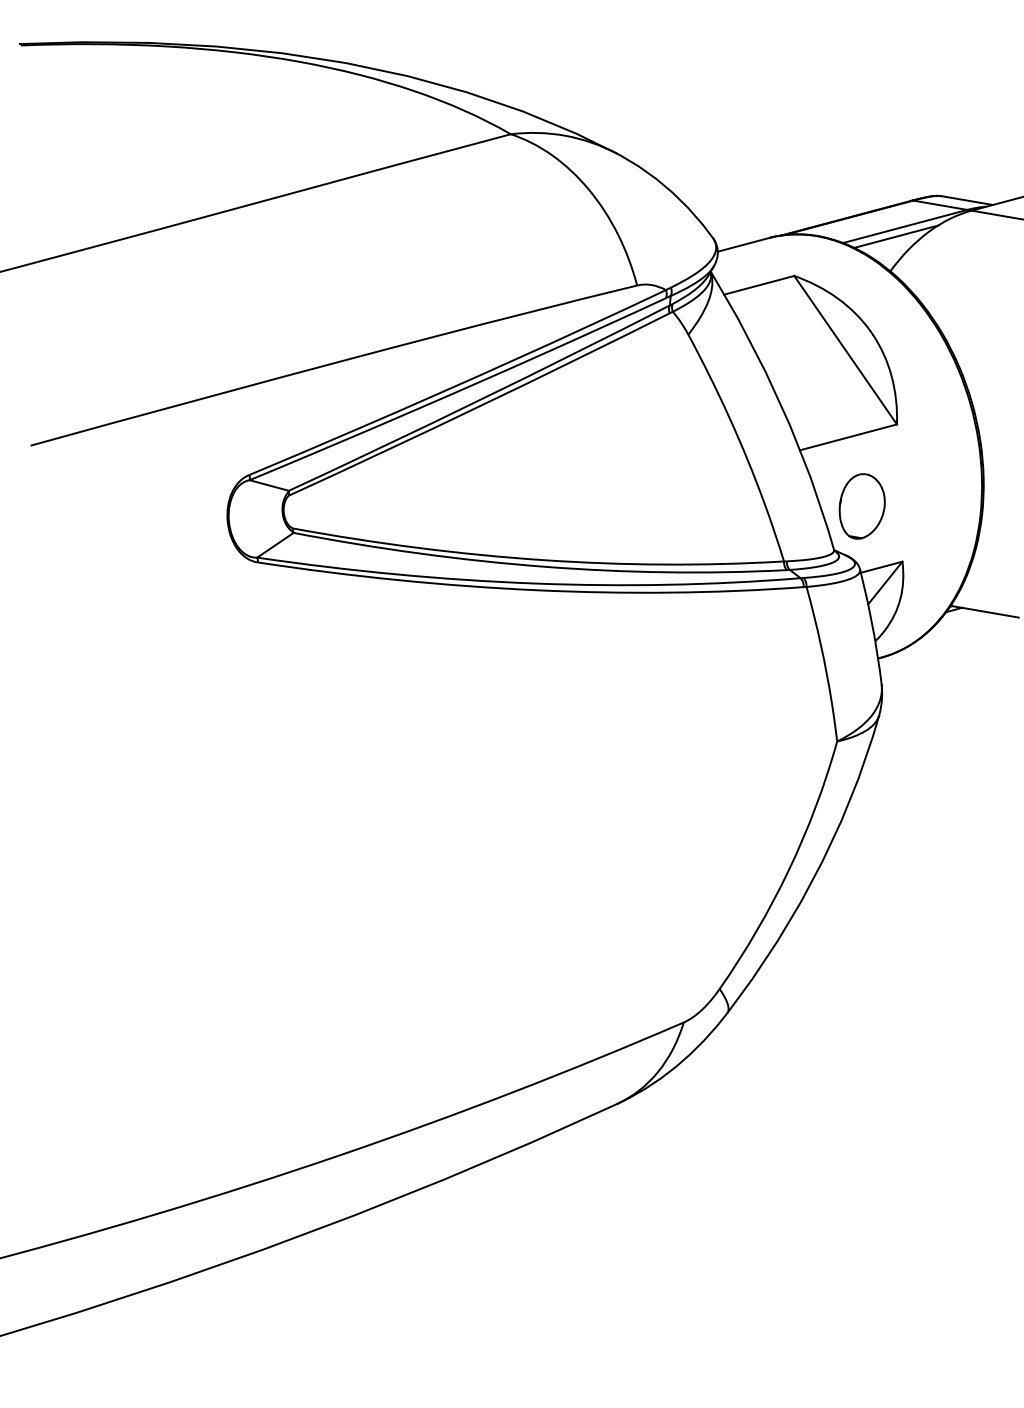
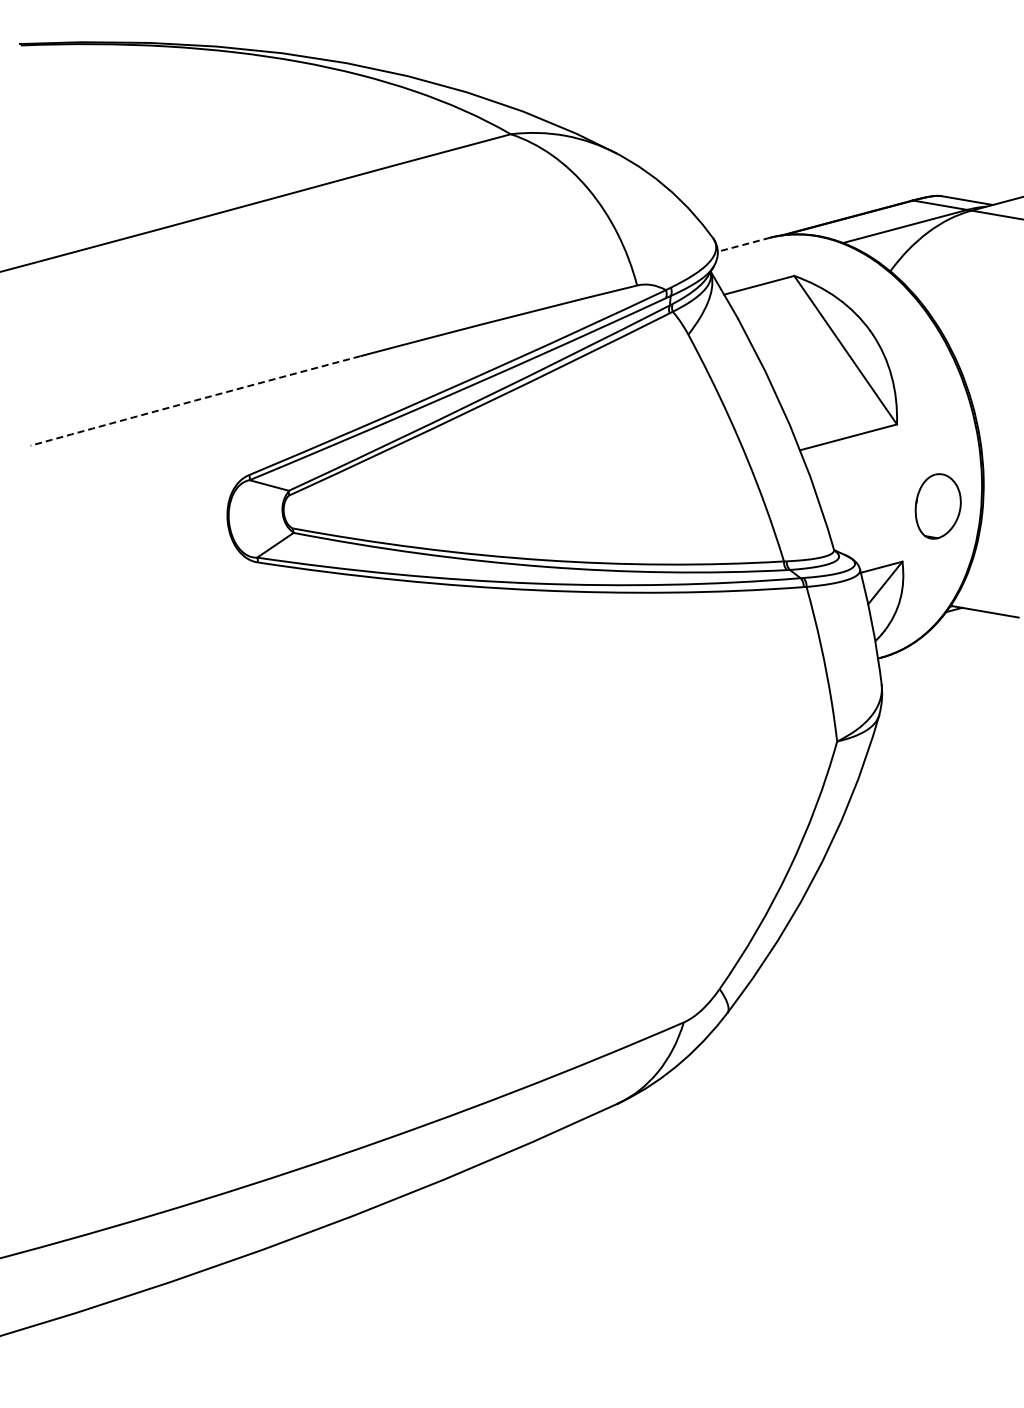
line at (896, 236): present -> none
line at (743, 244): solid -> dashed
arc at (195, 400): solid -> dashed
part at (861, 506) position: (861, 506) -> (937, 506)
